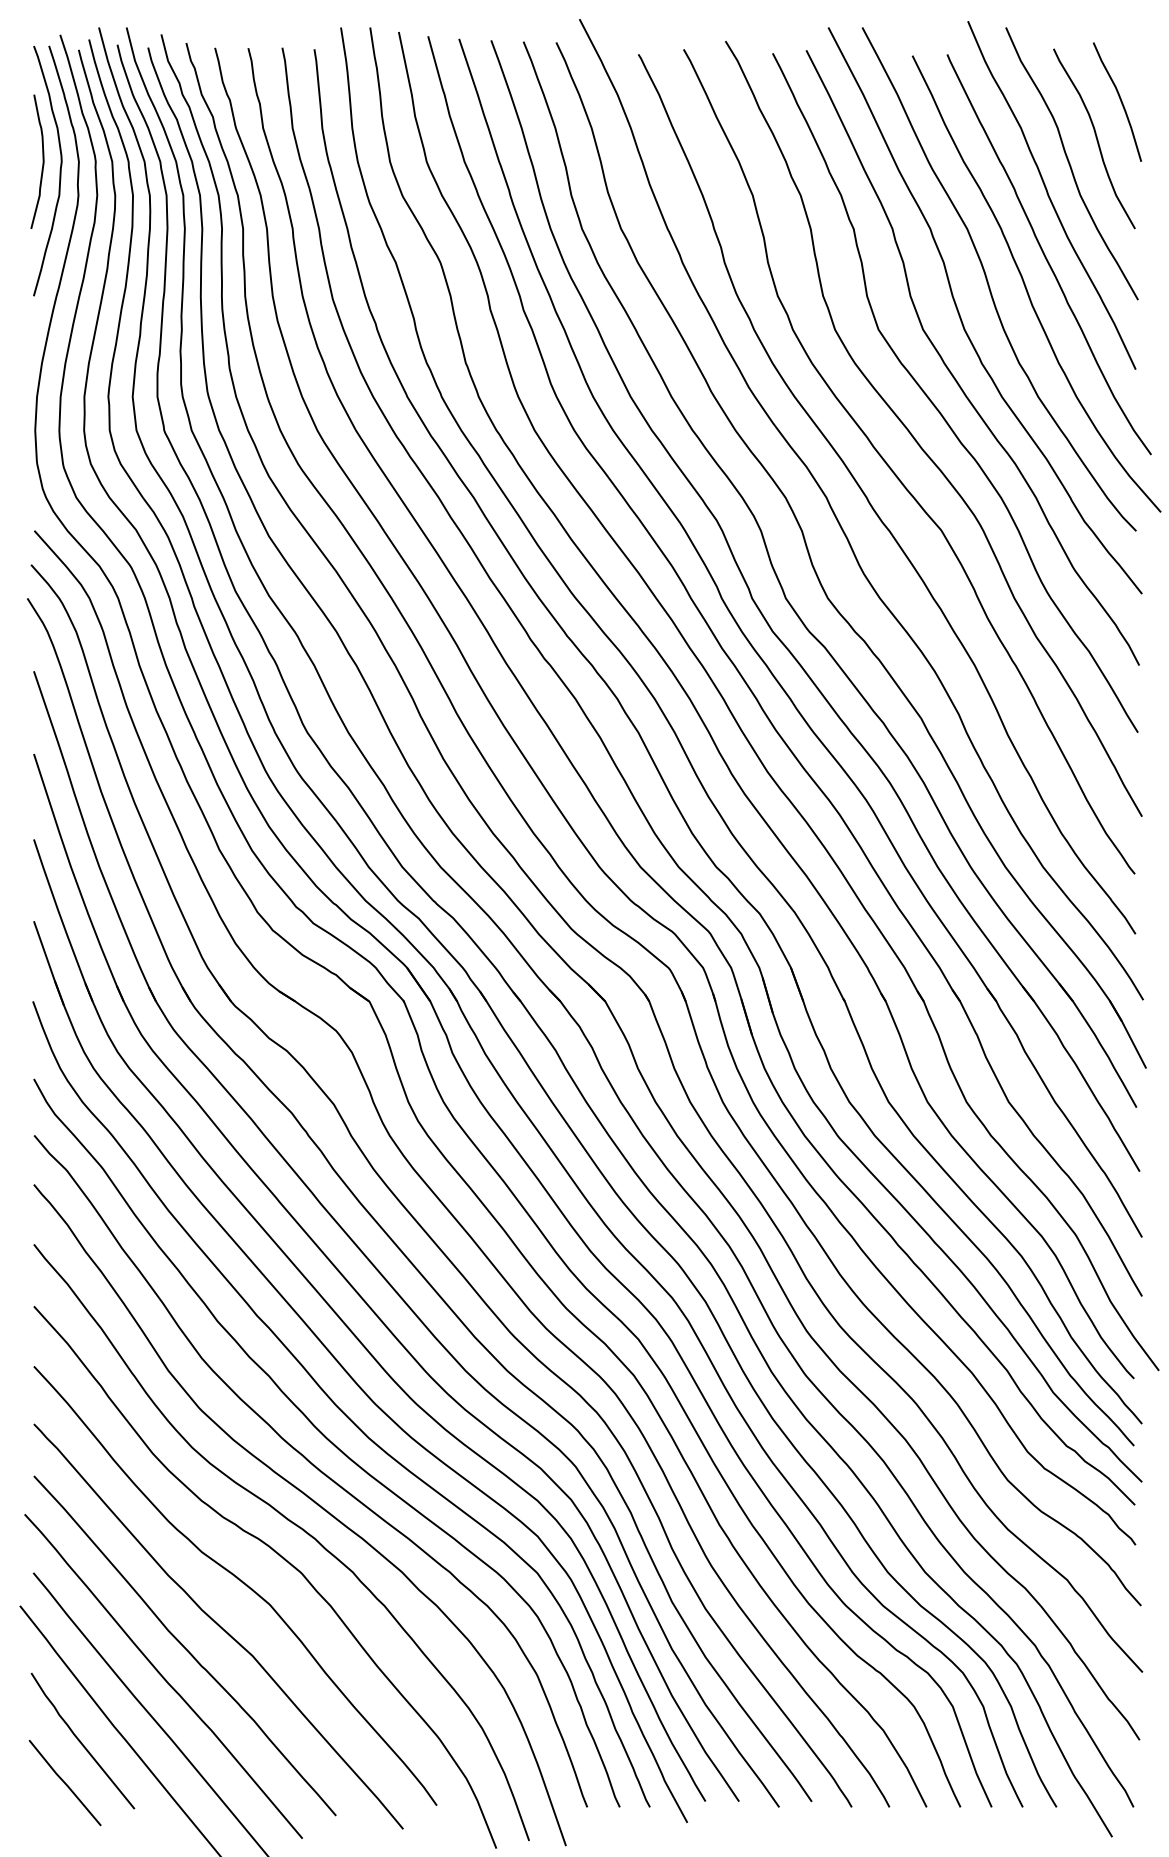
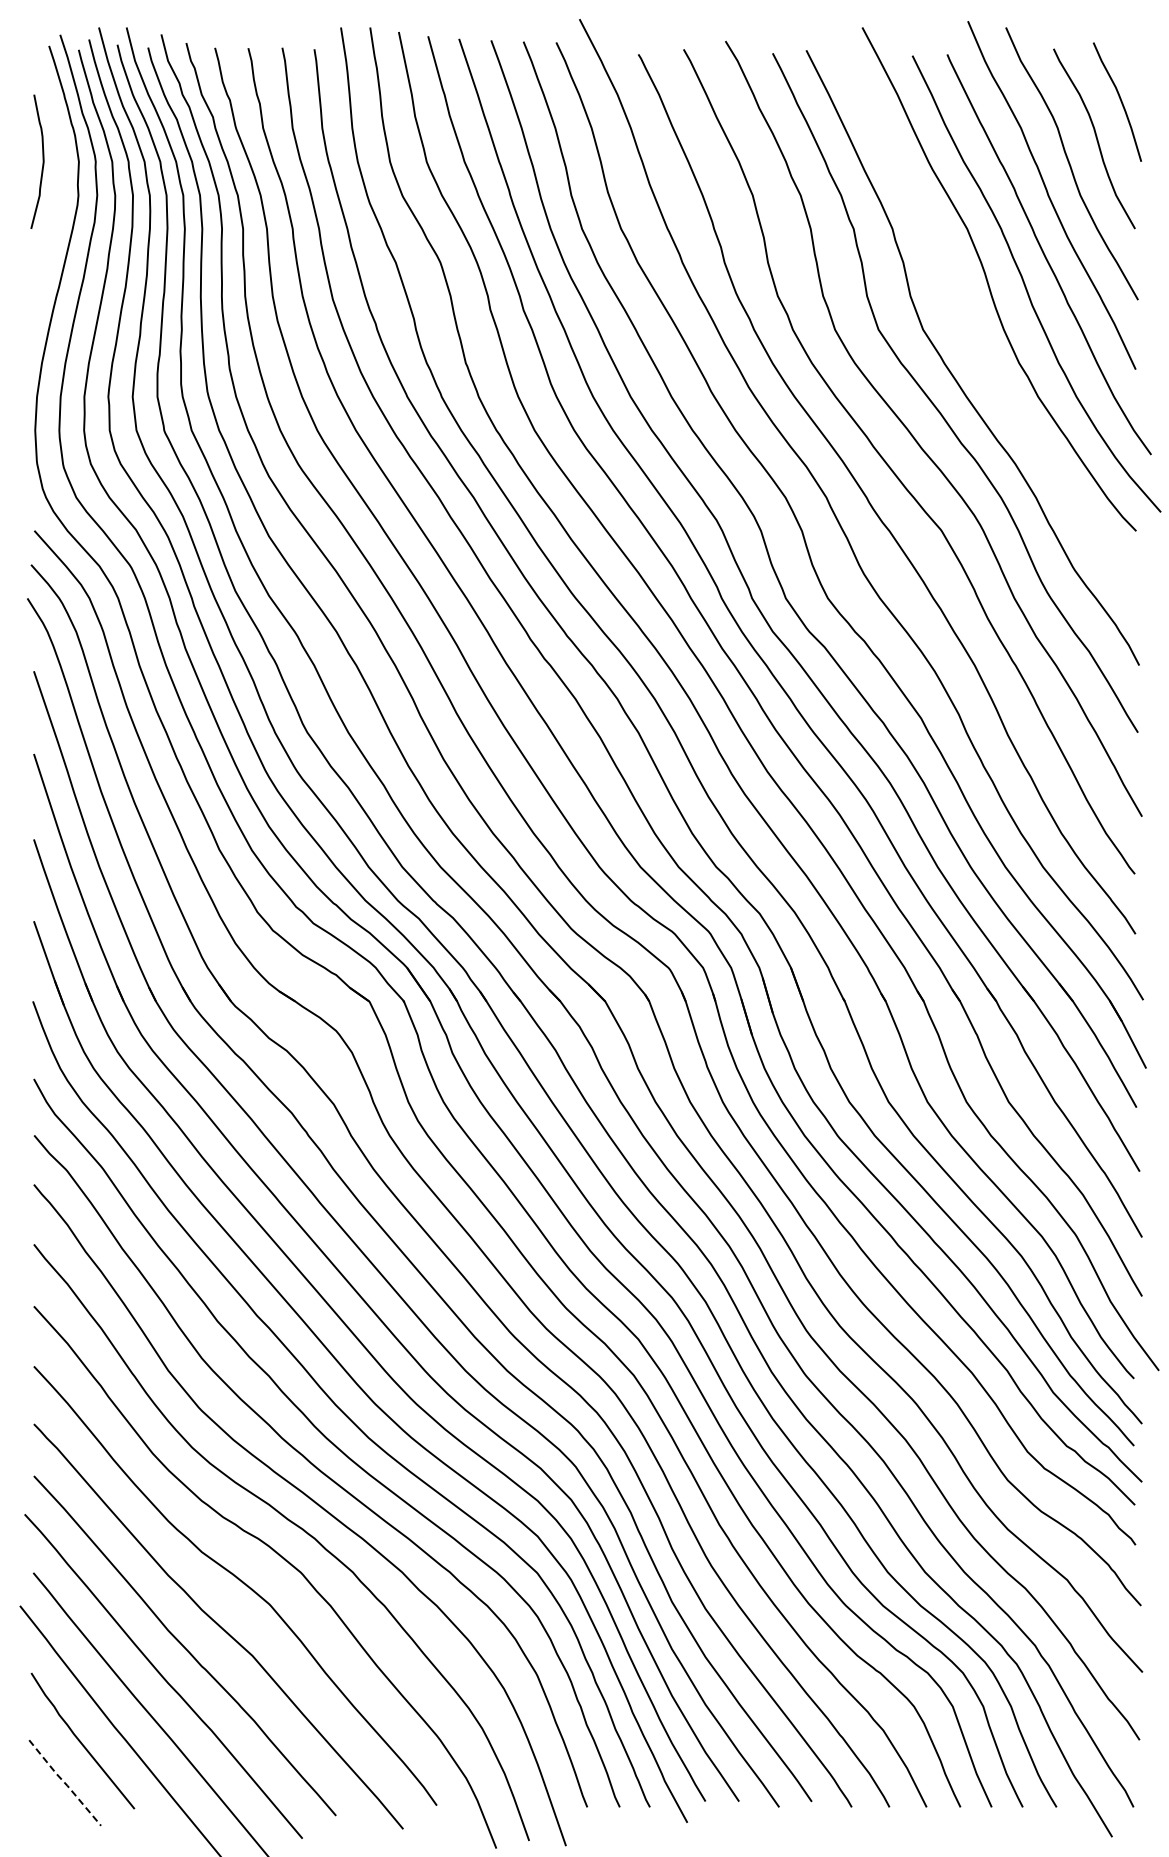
curve at (59, 171): present -> none
curve at (961, 317): present -> none
line at (64, 1783): solid -> dashed
